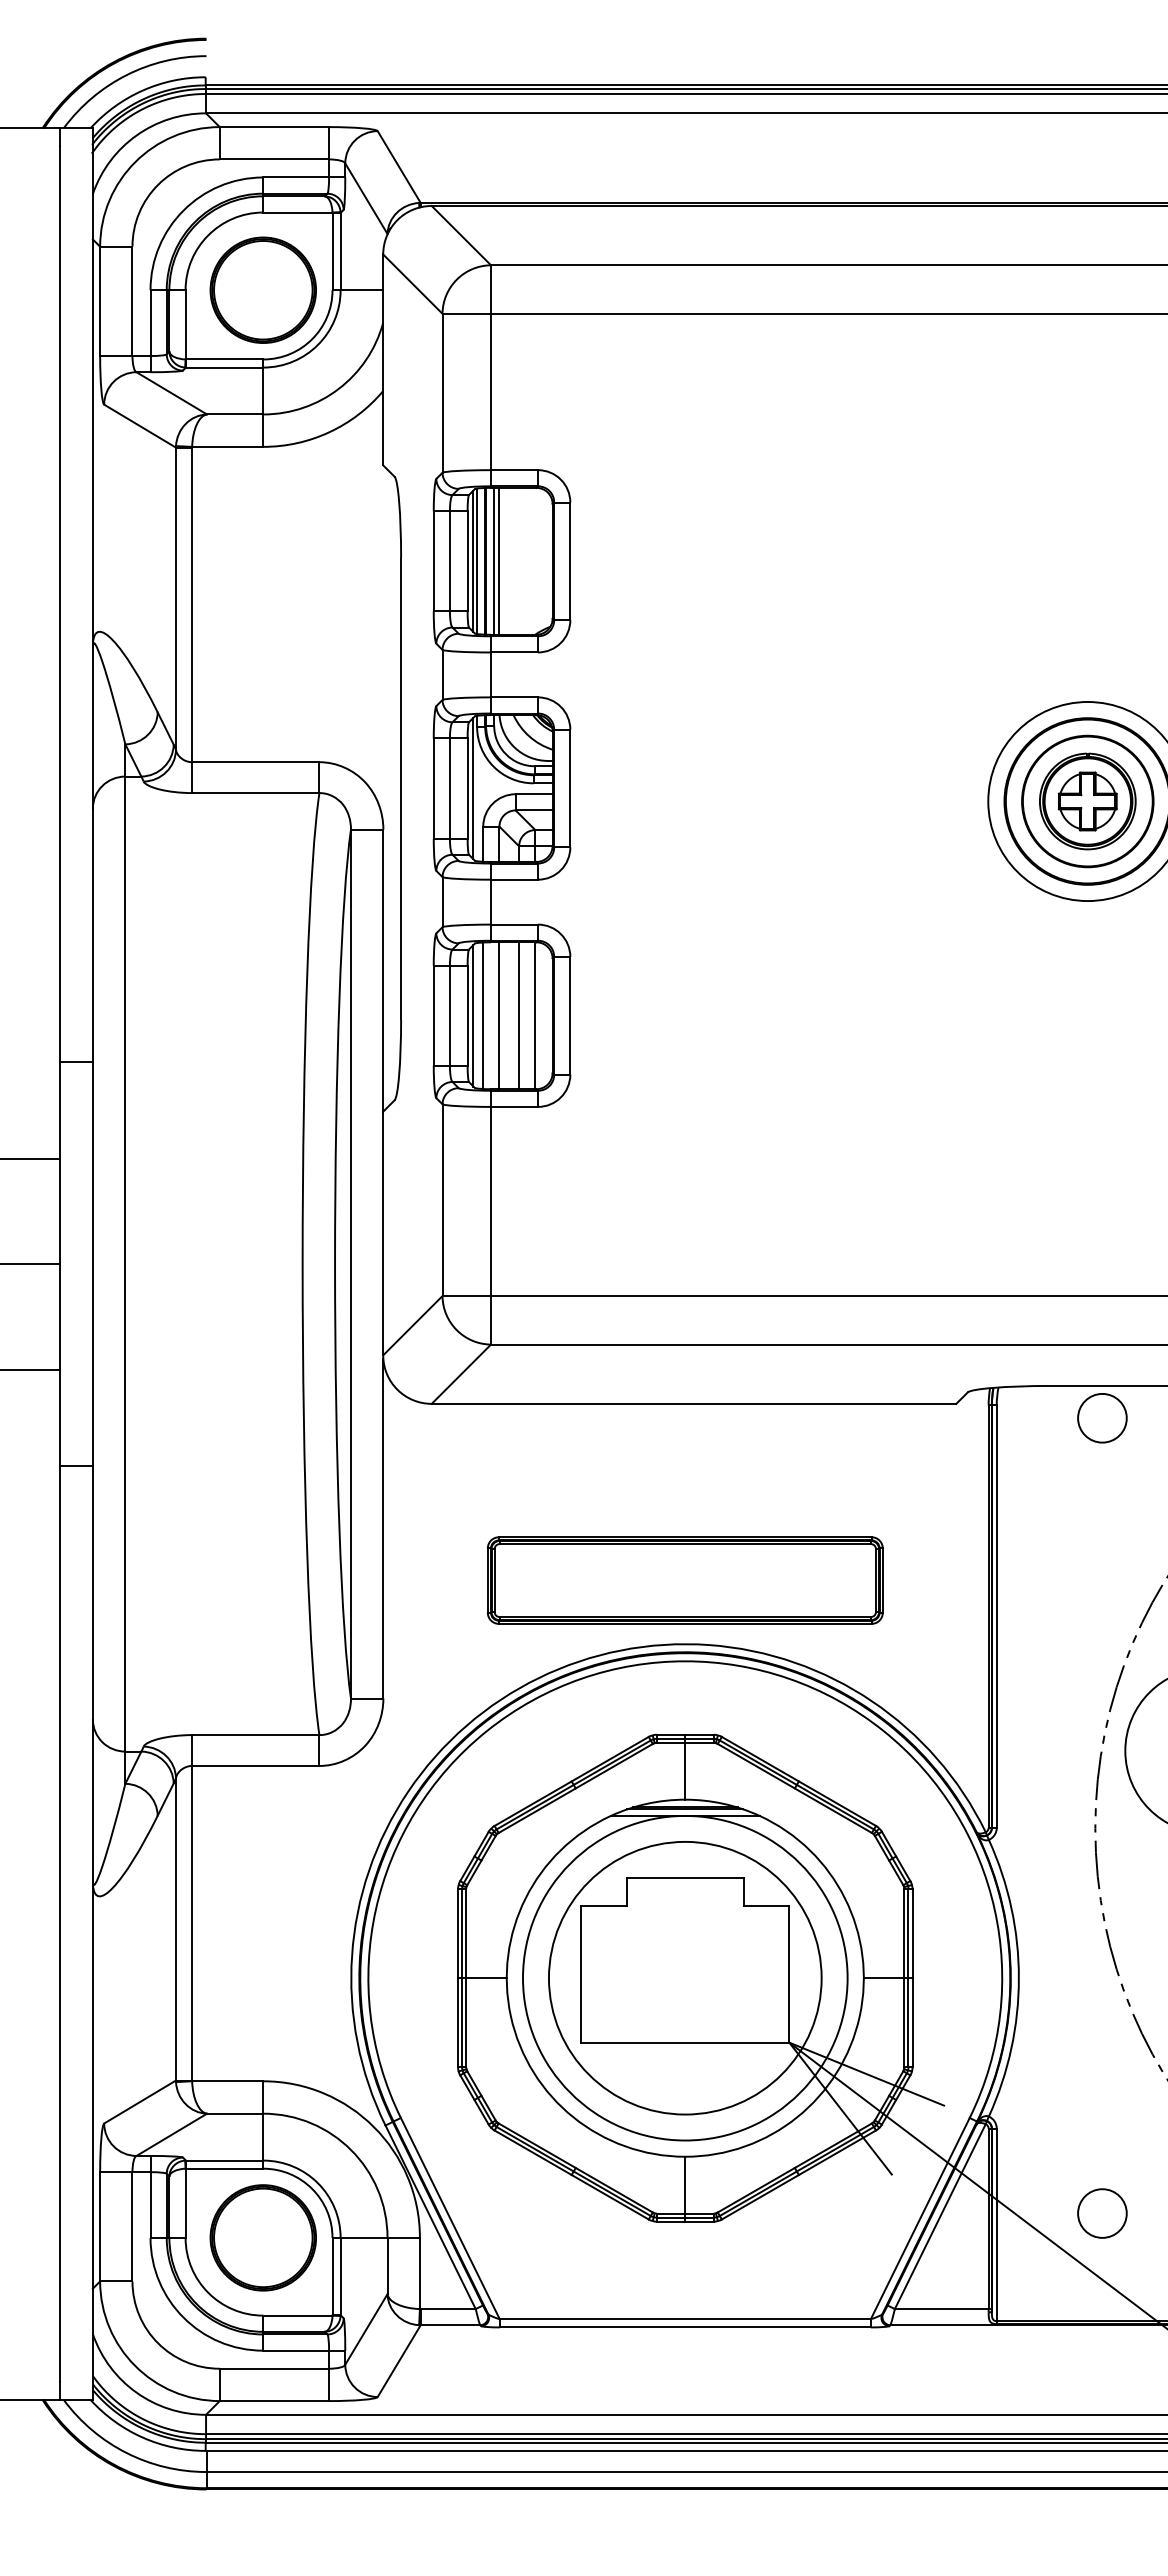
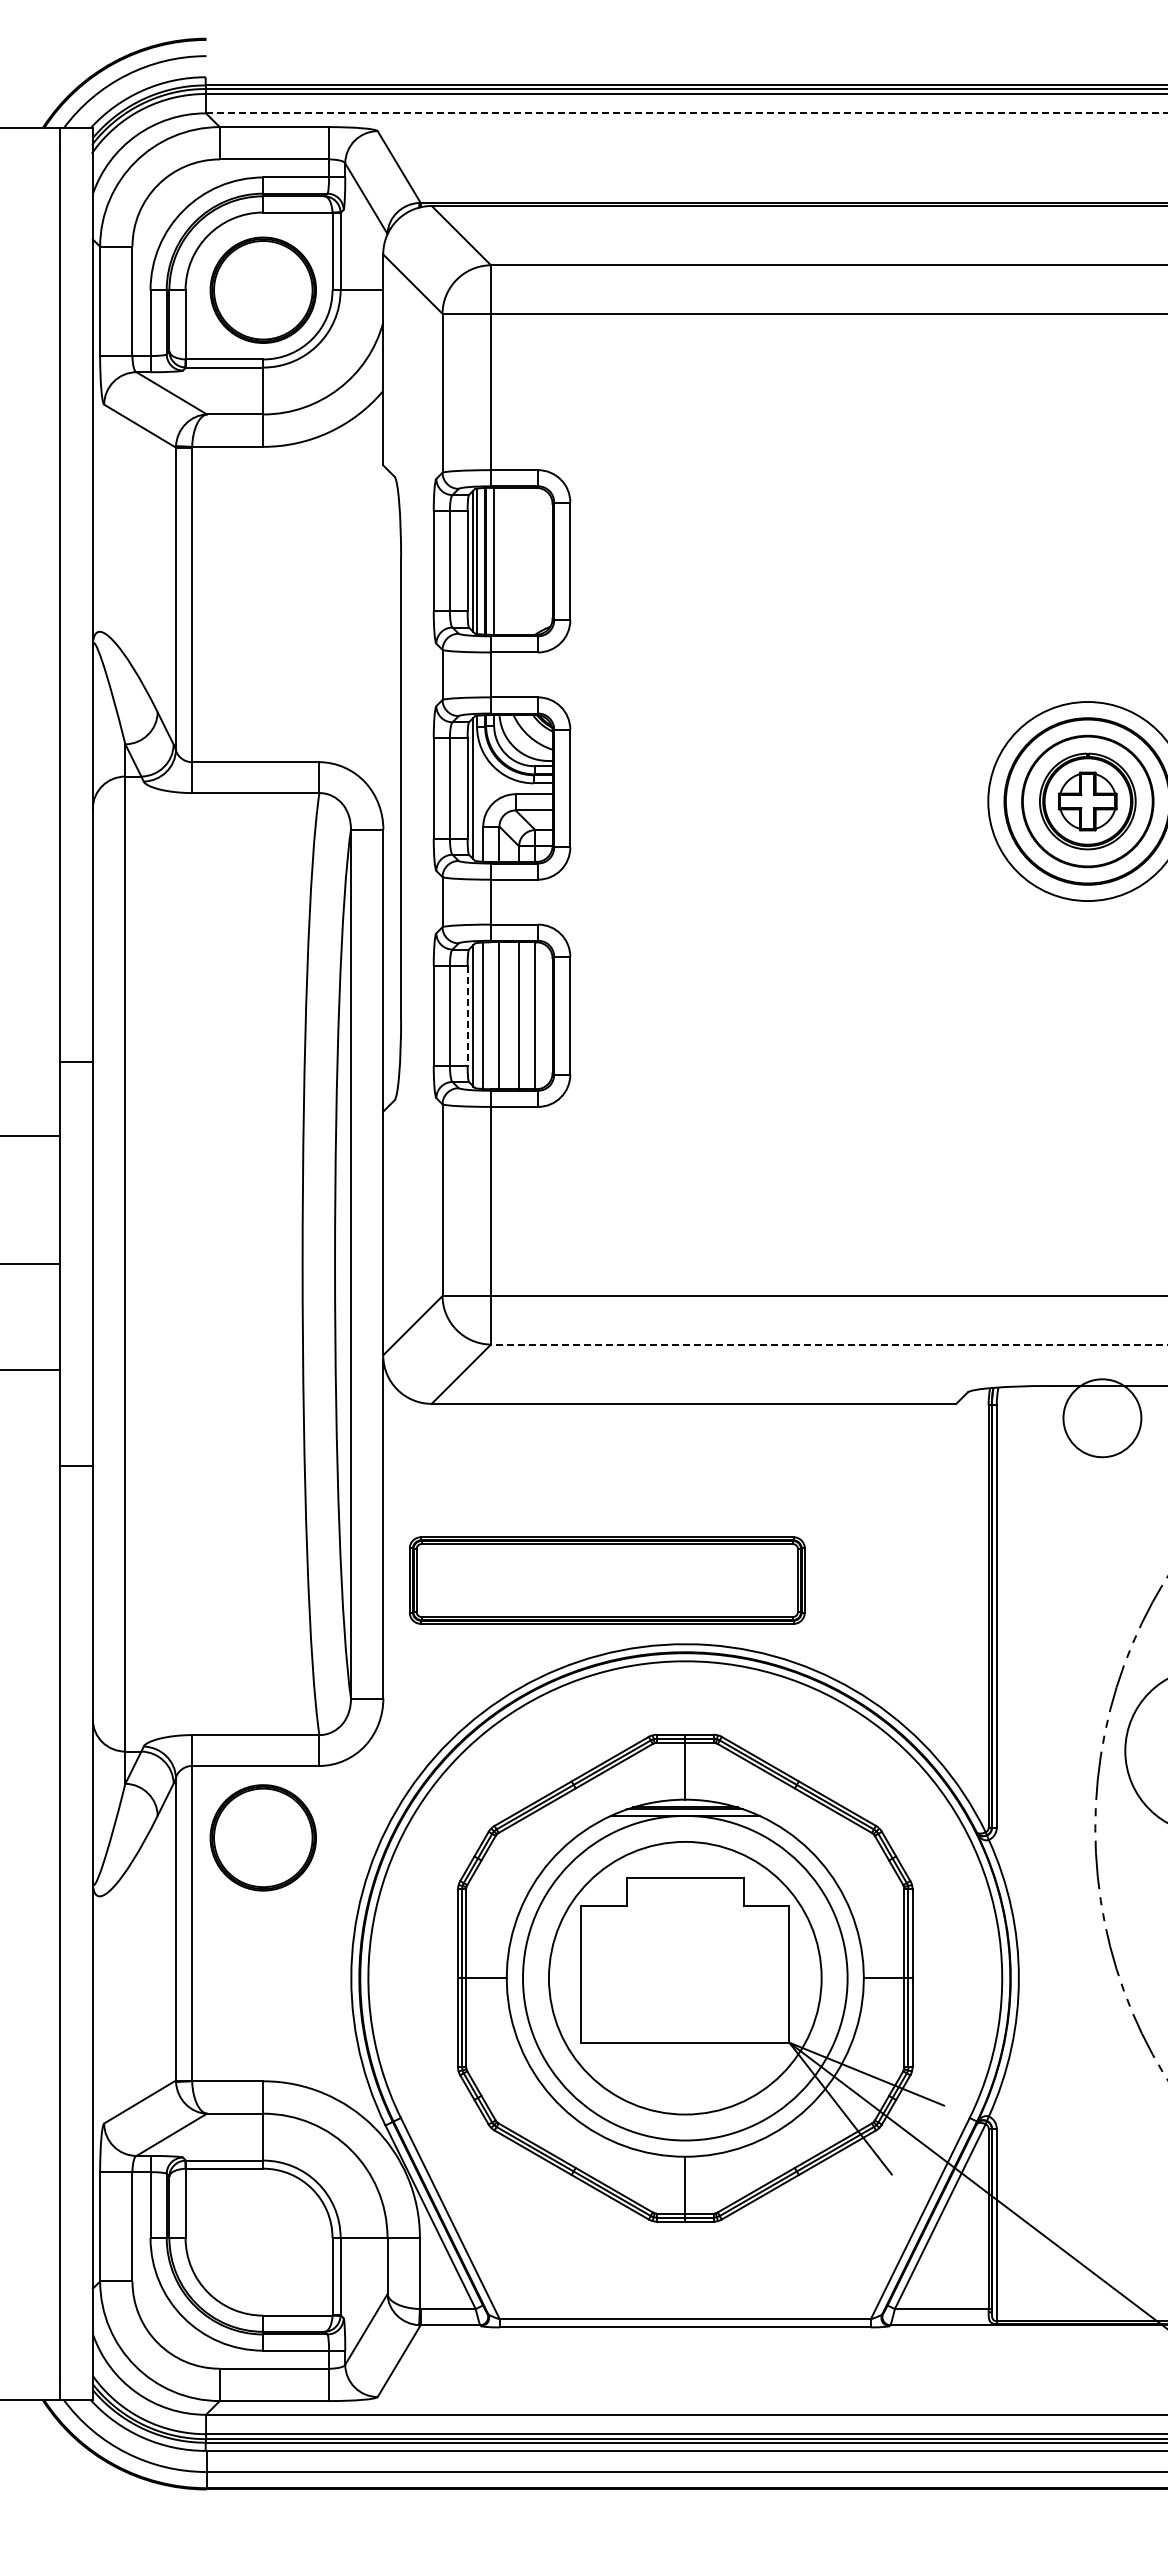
line at (686, 113): solid -> dashed
line at (499, 560): present -> none
line at (467, 1016): solid -> dashed
line at (31, 1158) position: (31, 1158) -> (31, 1135)
line at (828, 1344): solid -> dashed
circle at (1102, 1417) diameter: 49 px -> 78 px
part at (685, 1580) position: (685, 1580) -> (607, 1580)
circle at (1102, 2213): present -> none
part at (262, 2237) position: (262, 2237) -> (262, 1837)
